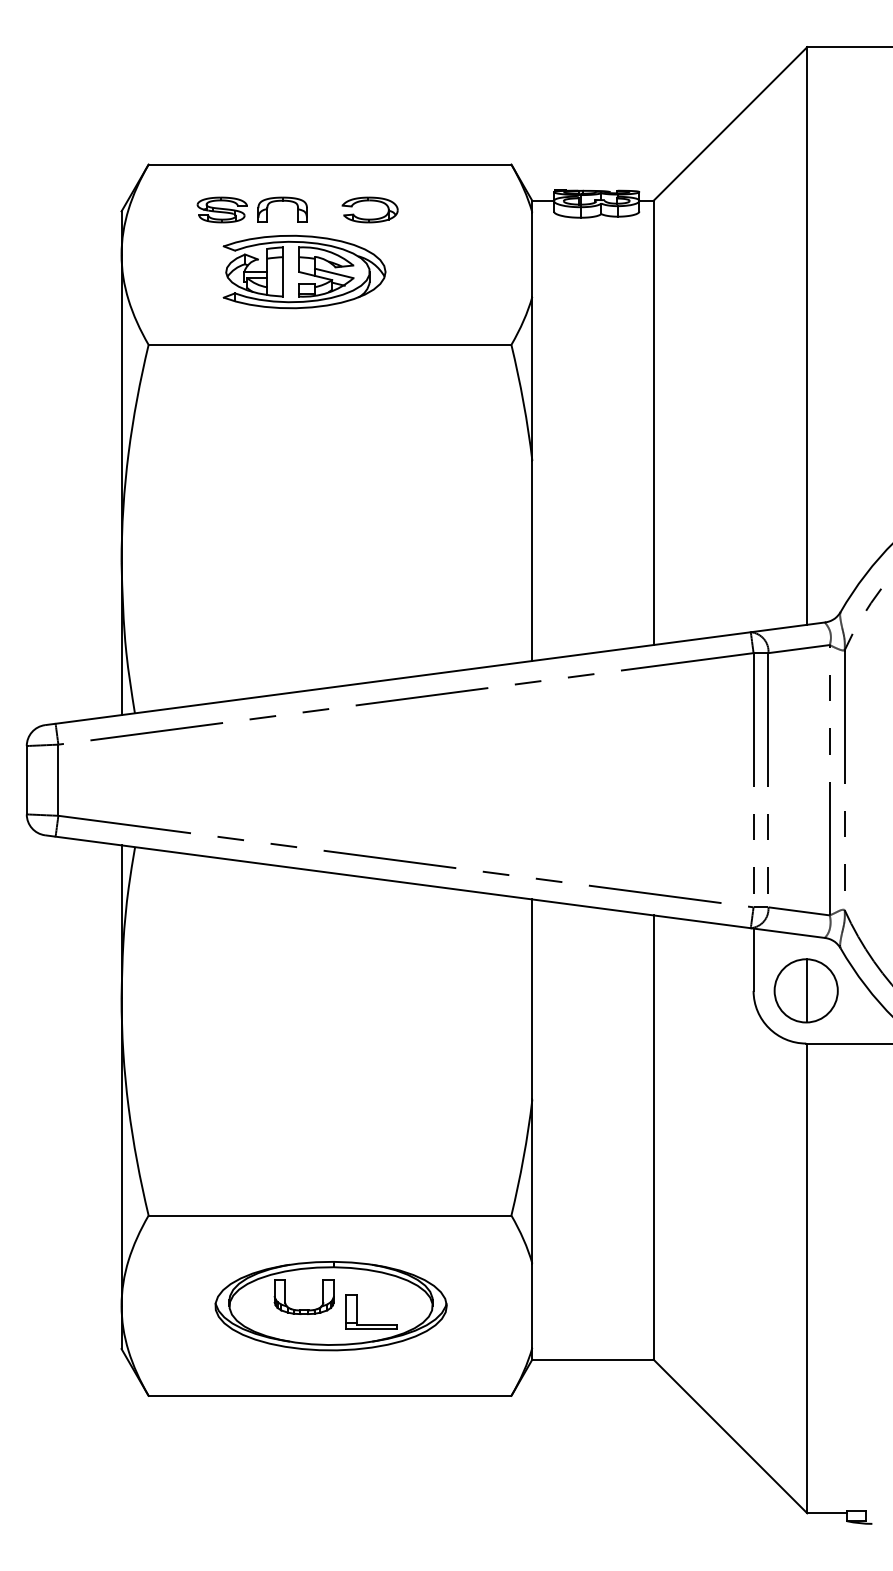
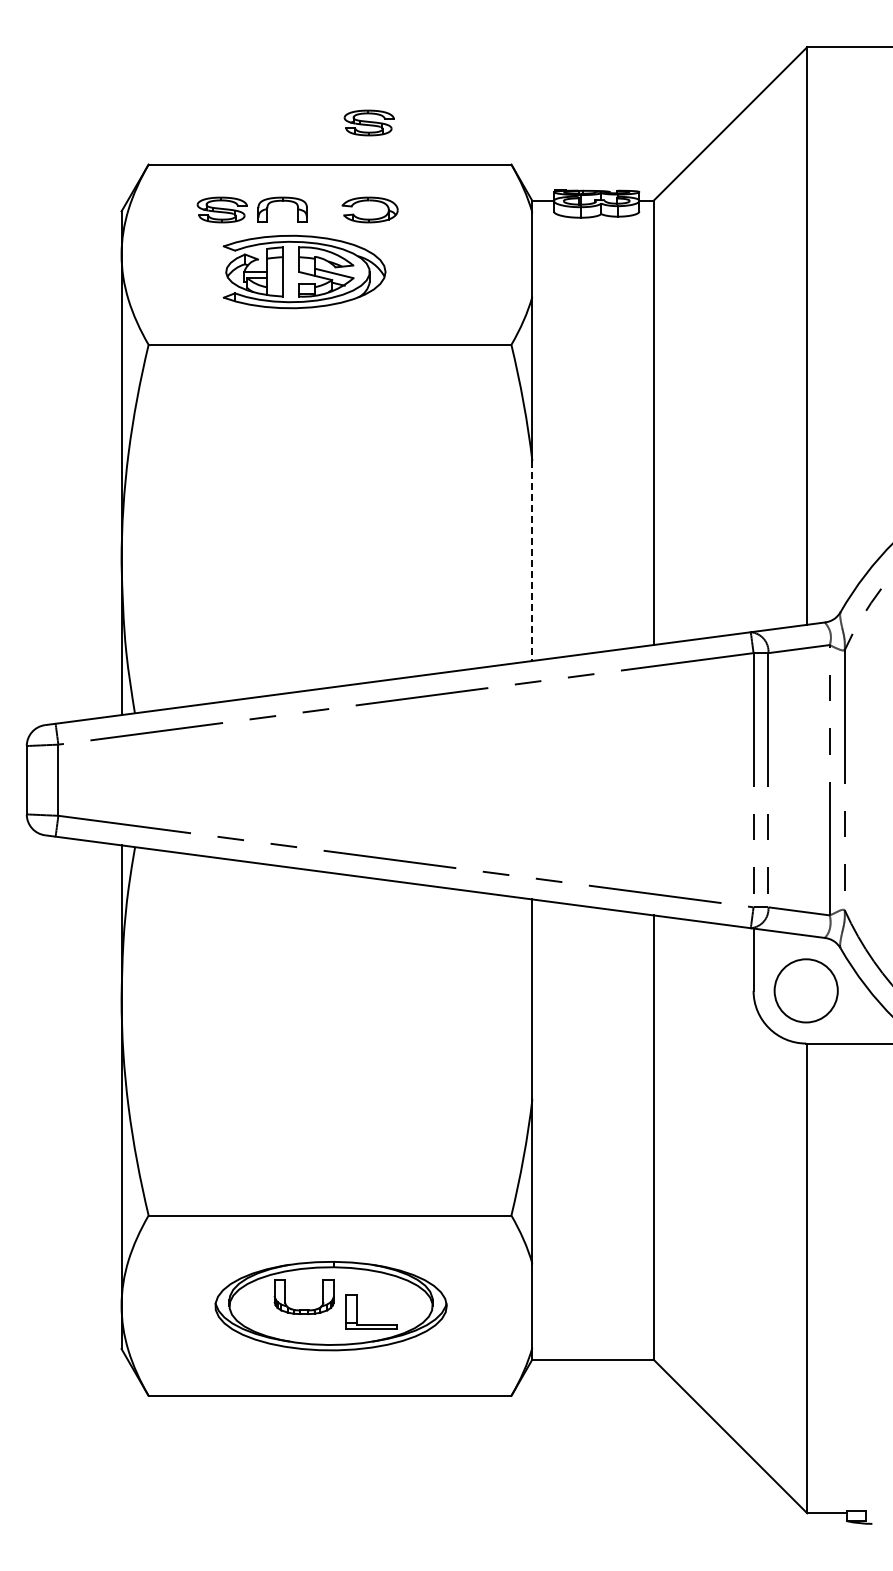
part at (368, 122): none -> present
line at (532, 561): solid -> dashed
line at (807, 990): present -> none
